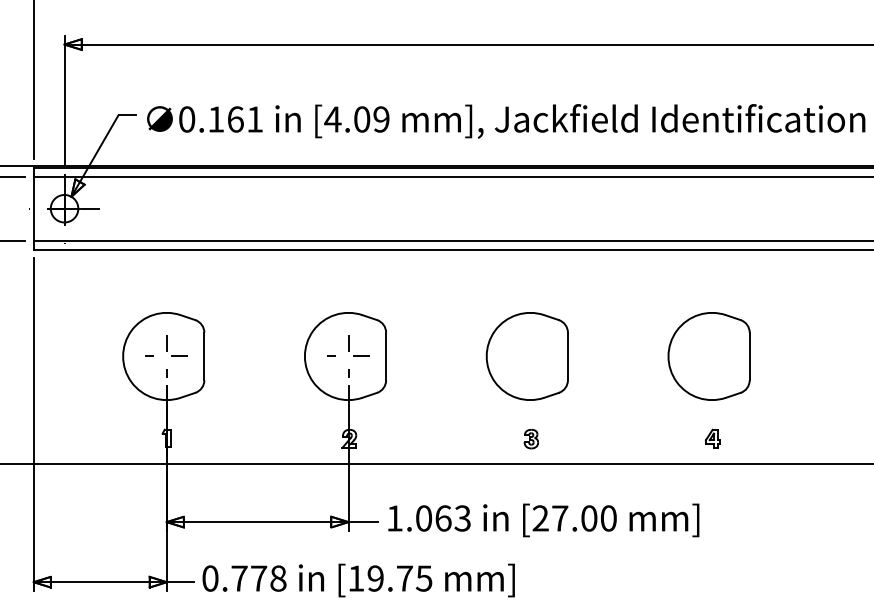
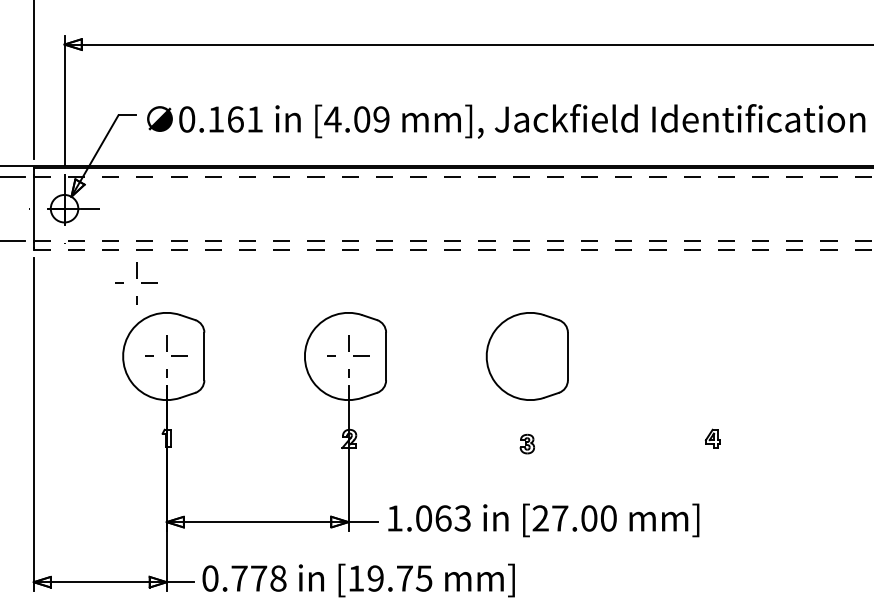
line at (453, 176): solid -> dashed
line at (453, 240): solid -> dashed
line at (453, 249): solid -> dashed
part at (136, 283): none -> present
part at (708, 356): present -> none
part at (530, 438) position: (530, 438) -> (526, 443)
line at (436, 463): present -> none
